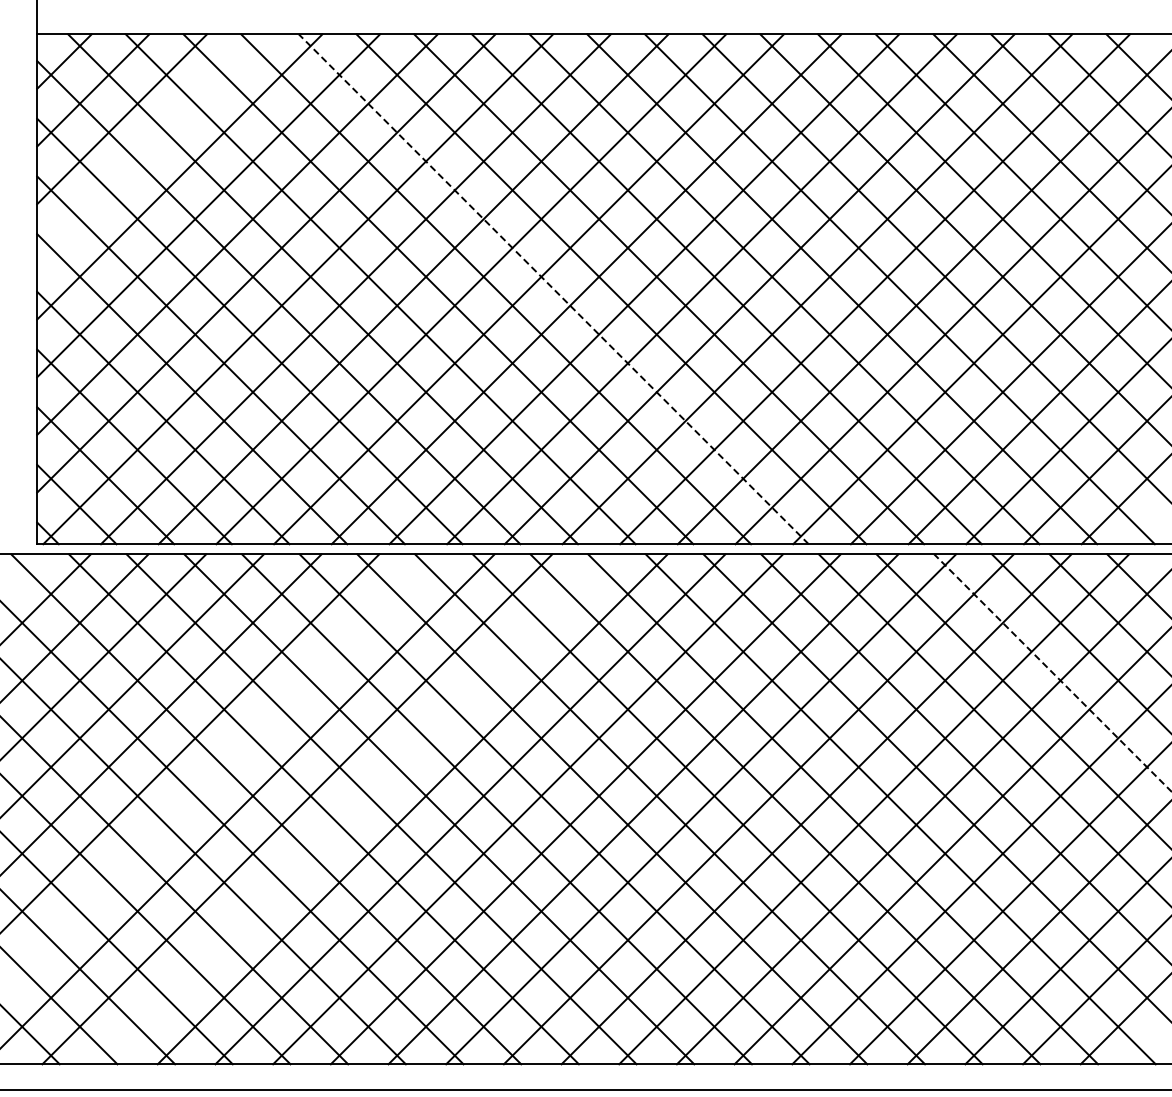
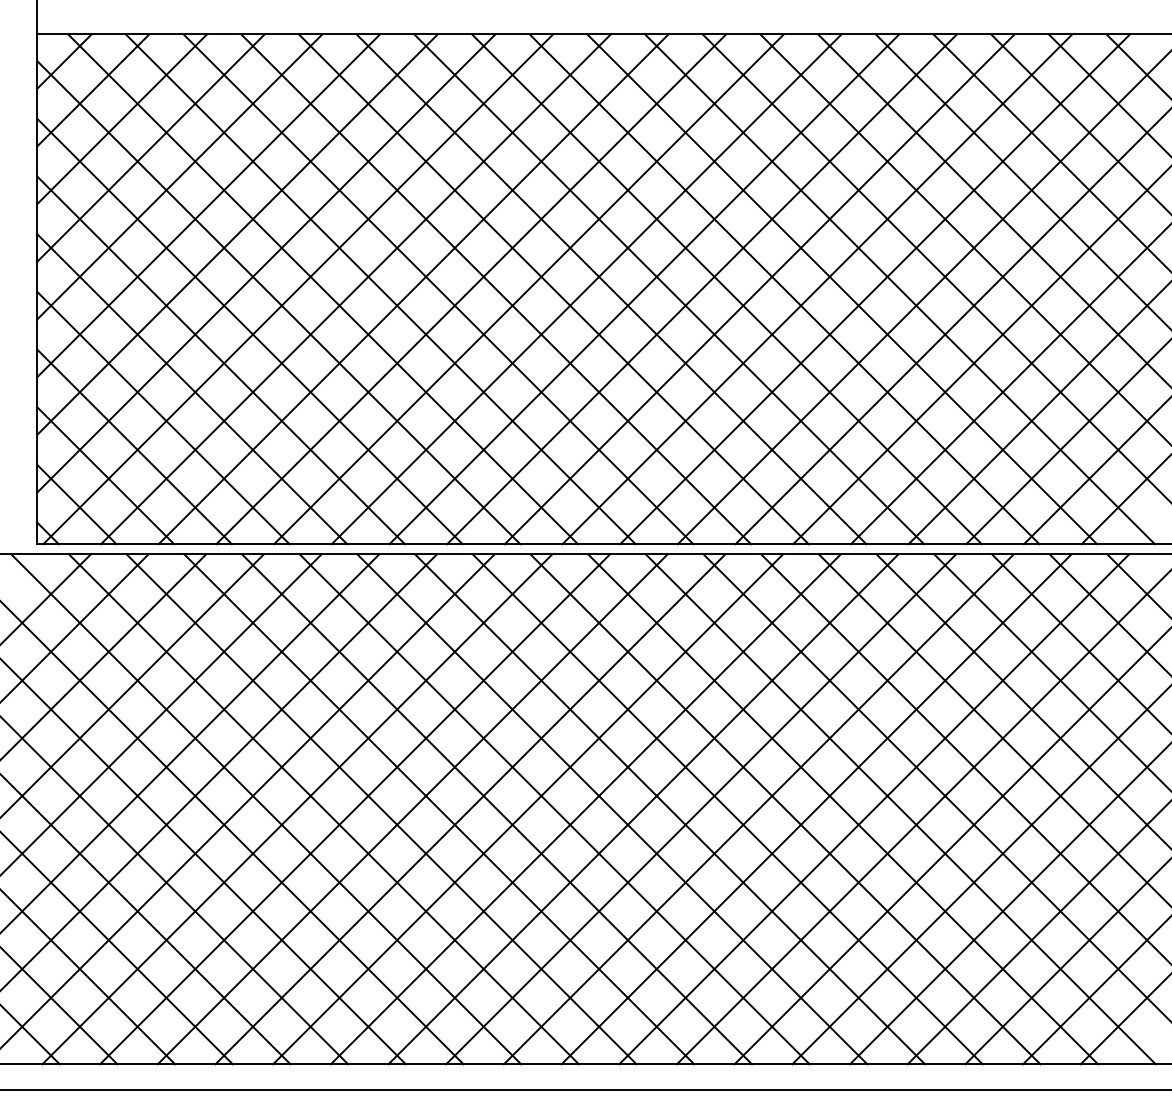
line at (150, 147): none -> present
line at (553, 289): dashed -> solid
line at (1052, 673): dashed -> solid
line at (219, 771): none -> present
line at (354, 809): none -> present
